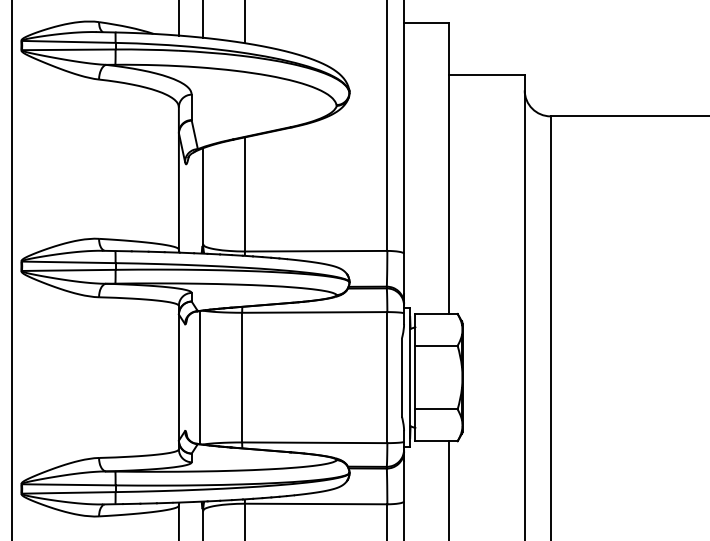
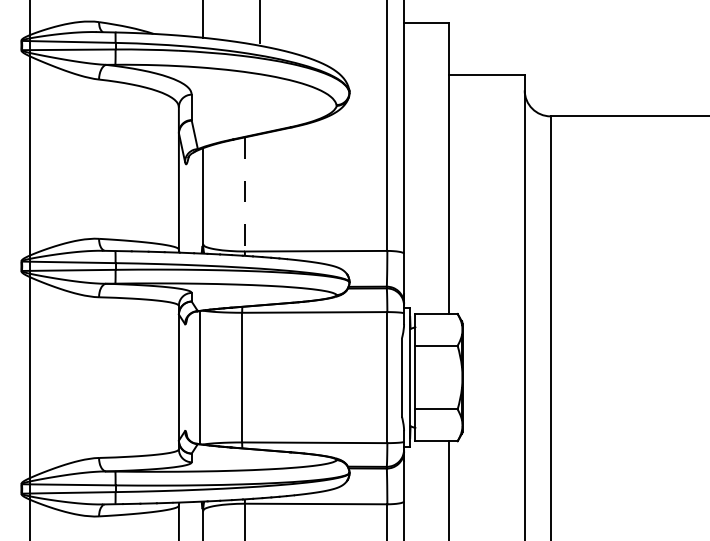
line at (178, 18): present -> none
line at (244, 22) position: (244, 22) -> (259, 22)
line at (244, 194): solid -> dashed
line at (11, 269) position: (11, 269) -> (29, 269)
